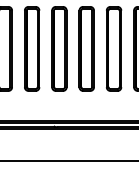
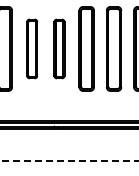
part at (32, 48) size: 17x86 px -> 13x62 px
part at (59, 48) size: 17x86 px -> 13x62 px
line at (69, 160): solid -> dashed
